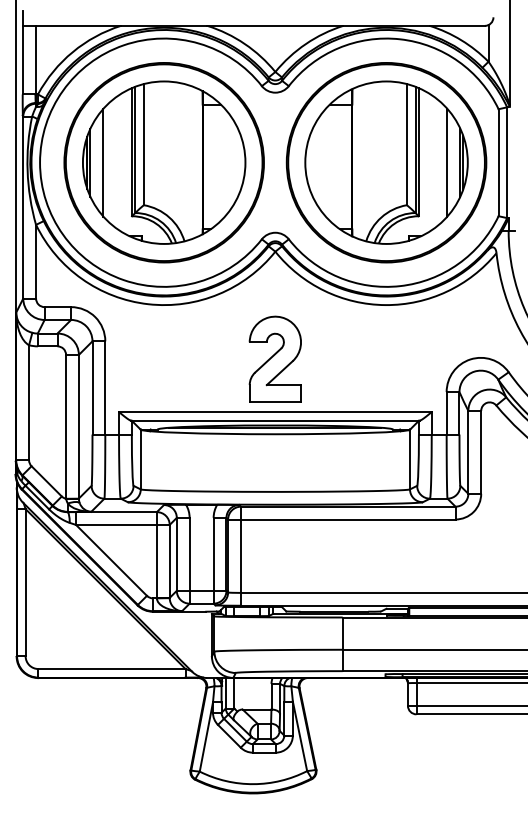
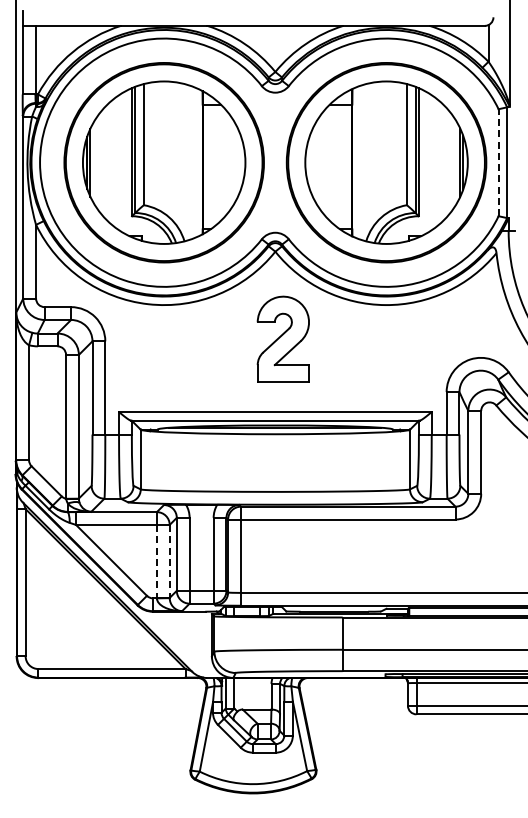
line at (103, 162): present -> none
line at (447, 162): present -> none
line at (498, 162): solid -> dashed
part at (274, 358) position: (274, 358) -> (282, 338)
line at (156, 561): solid -> dashed
line at (169, 561): solid -> dashed
